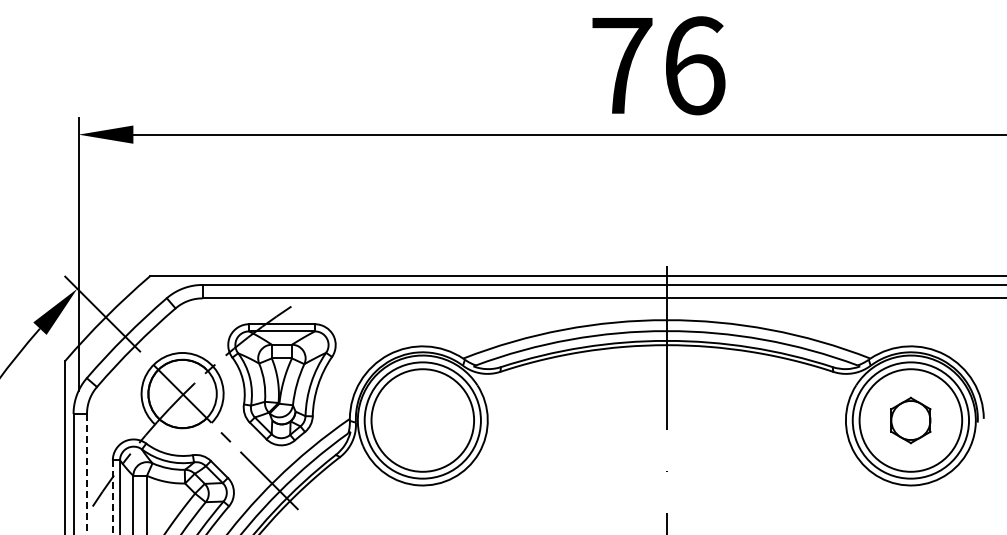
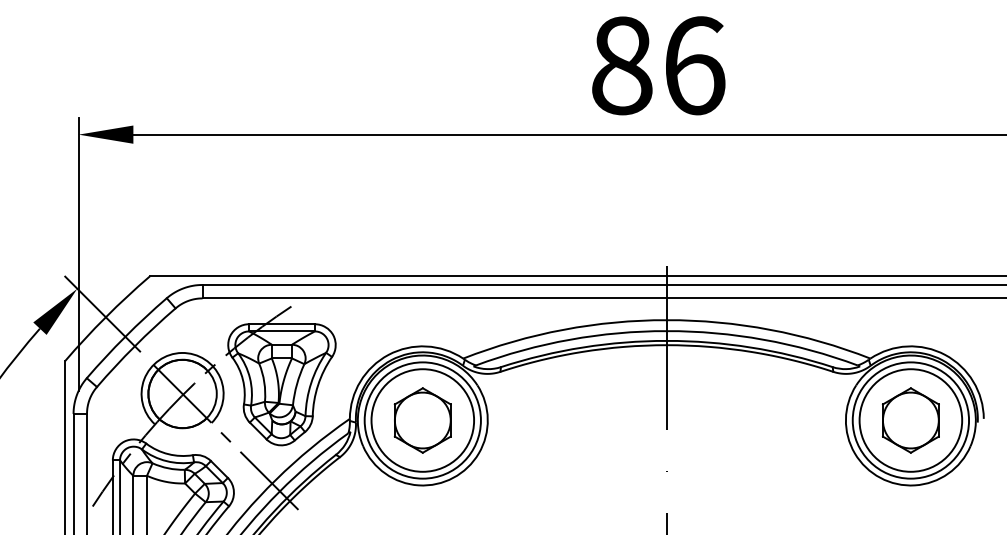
text at (622, 65): 76 -> 86
part at (422, 420): none -> present
part at (910, 420) size: 42x49 px -> 58x67 px
line at (87, 474): dashed -> solid
line at (112, 497): dashed -> solid
